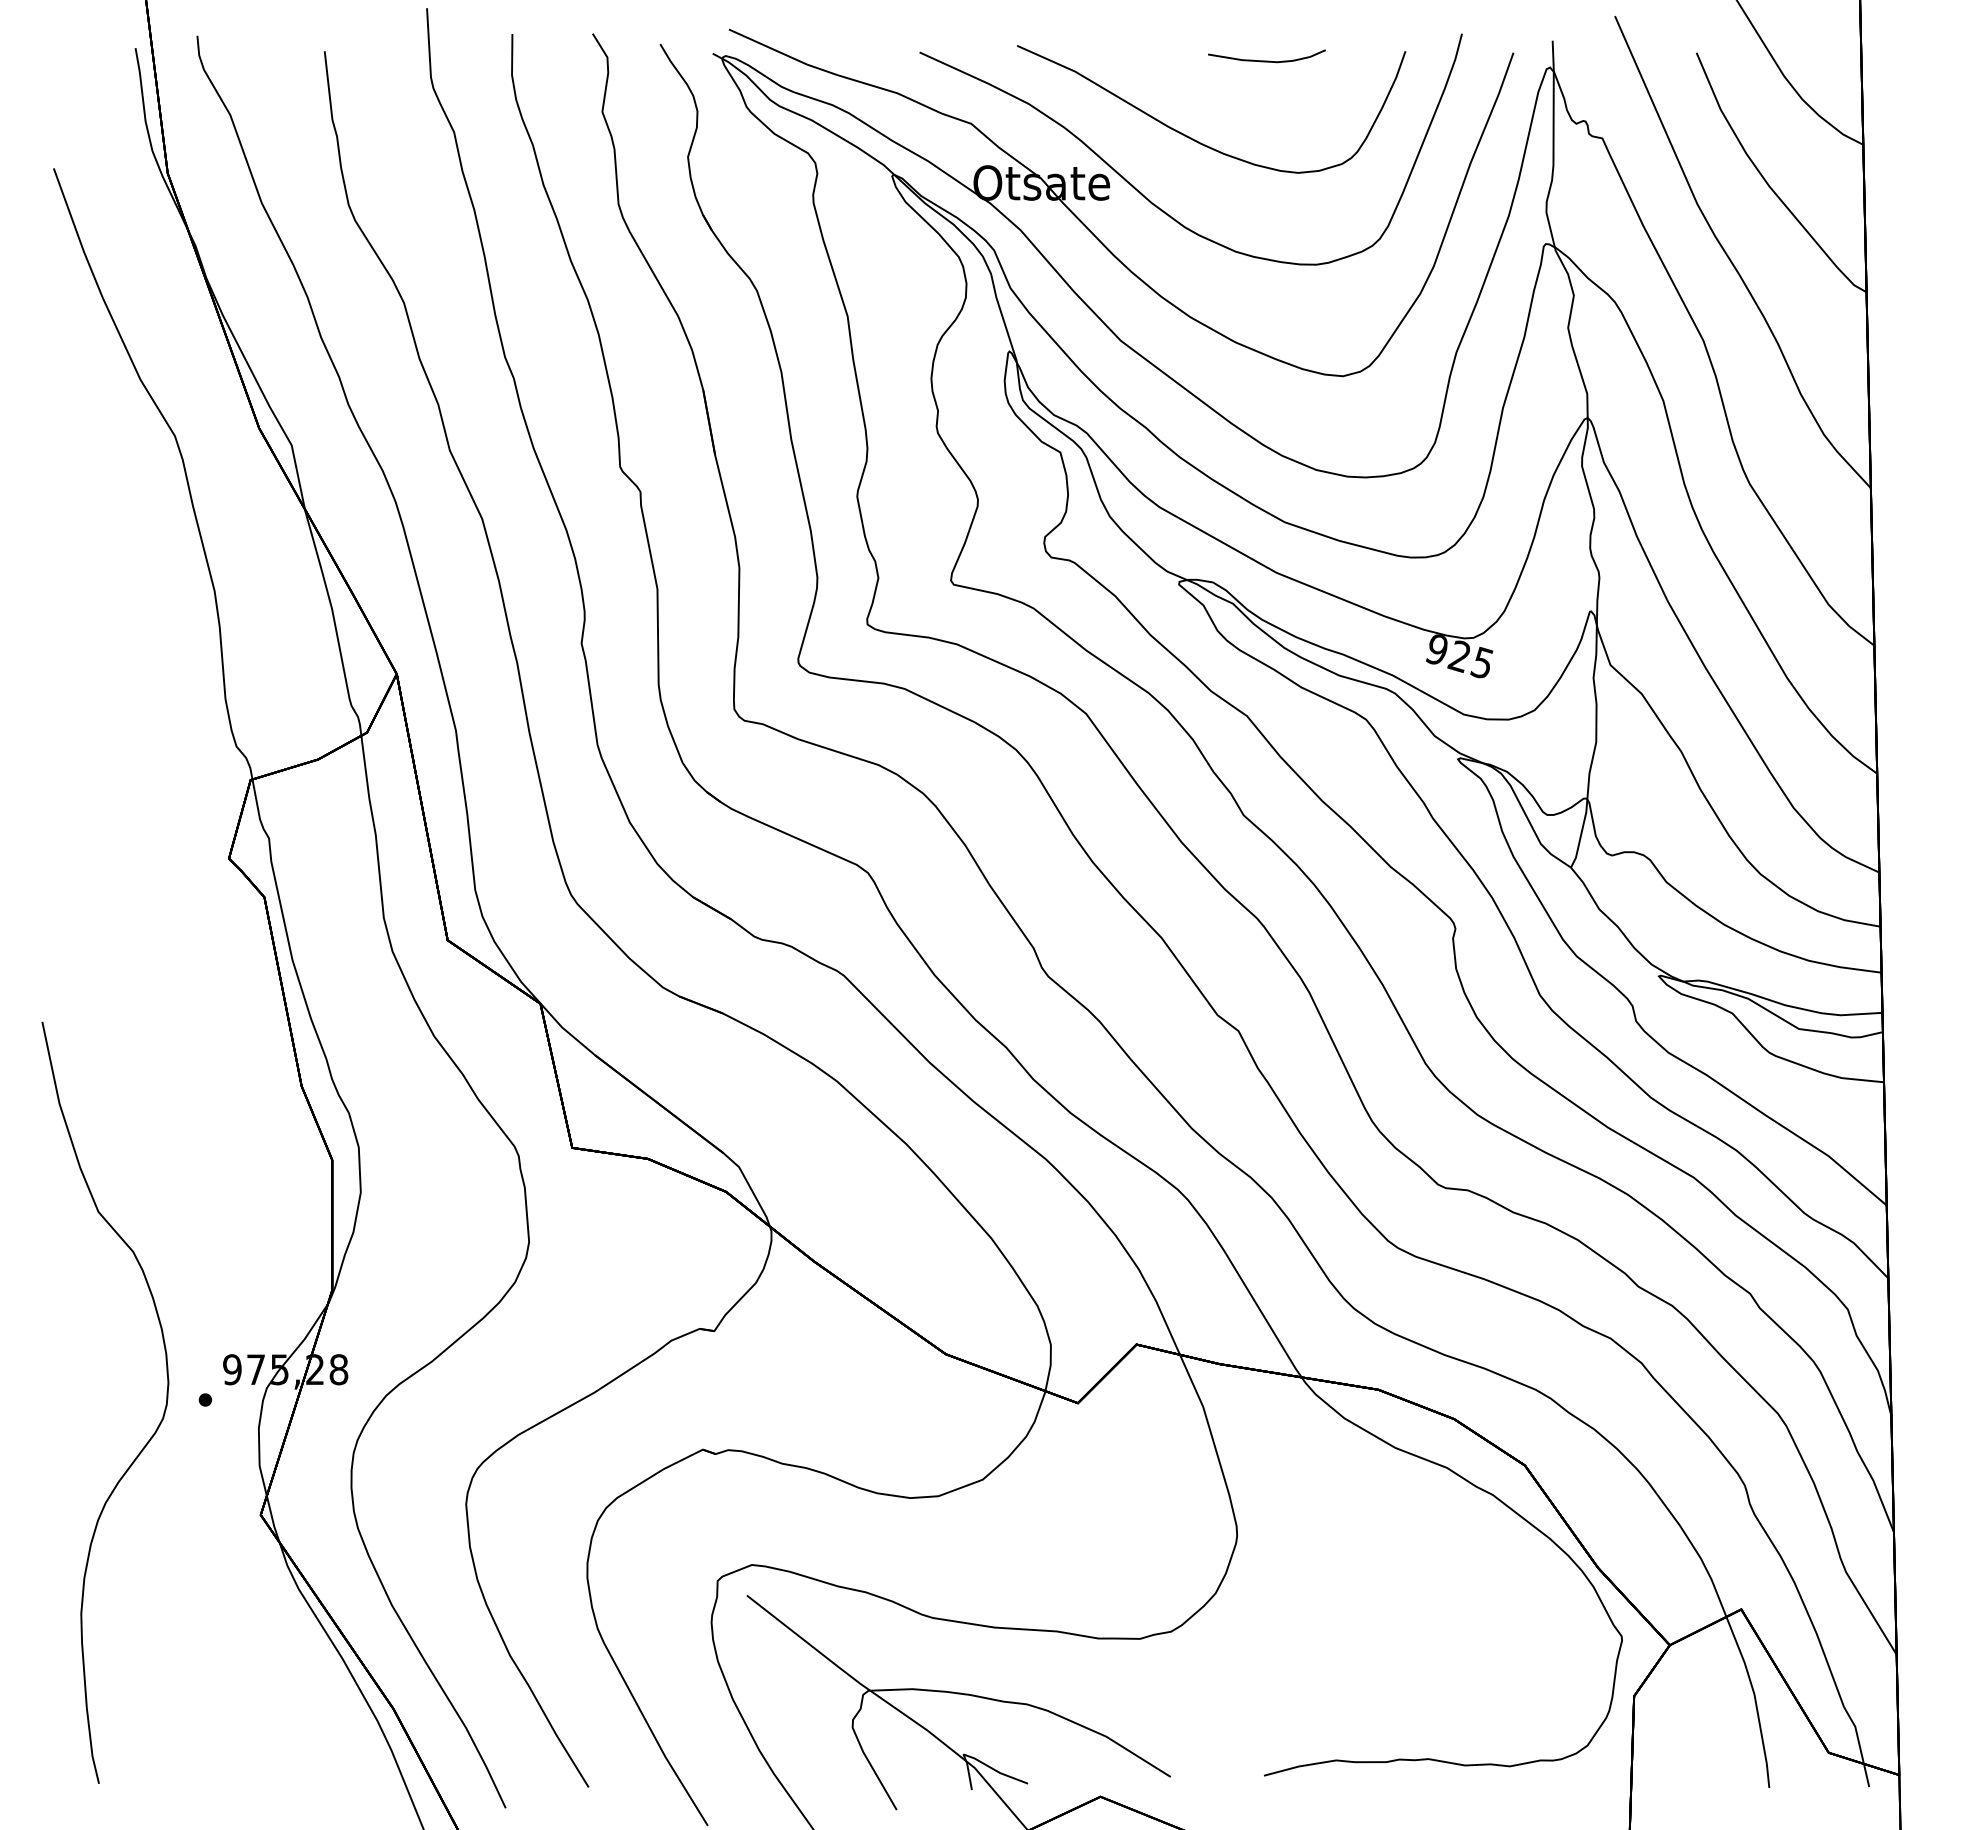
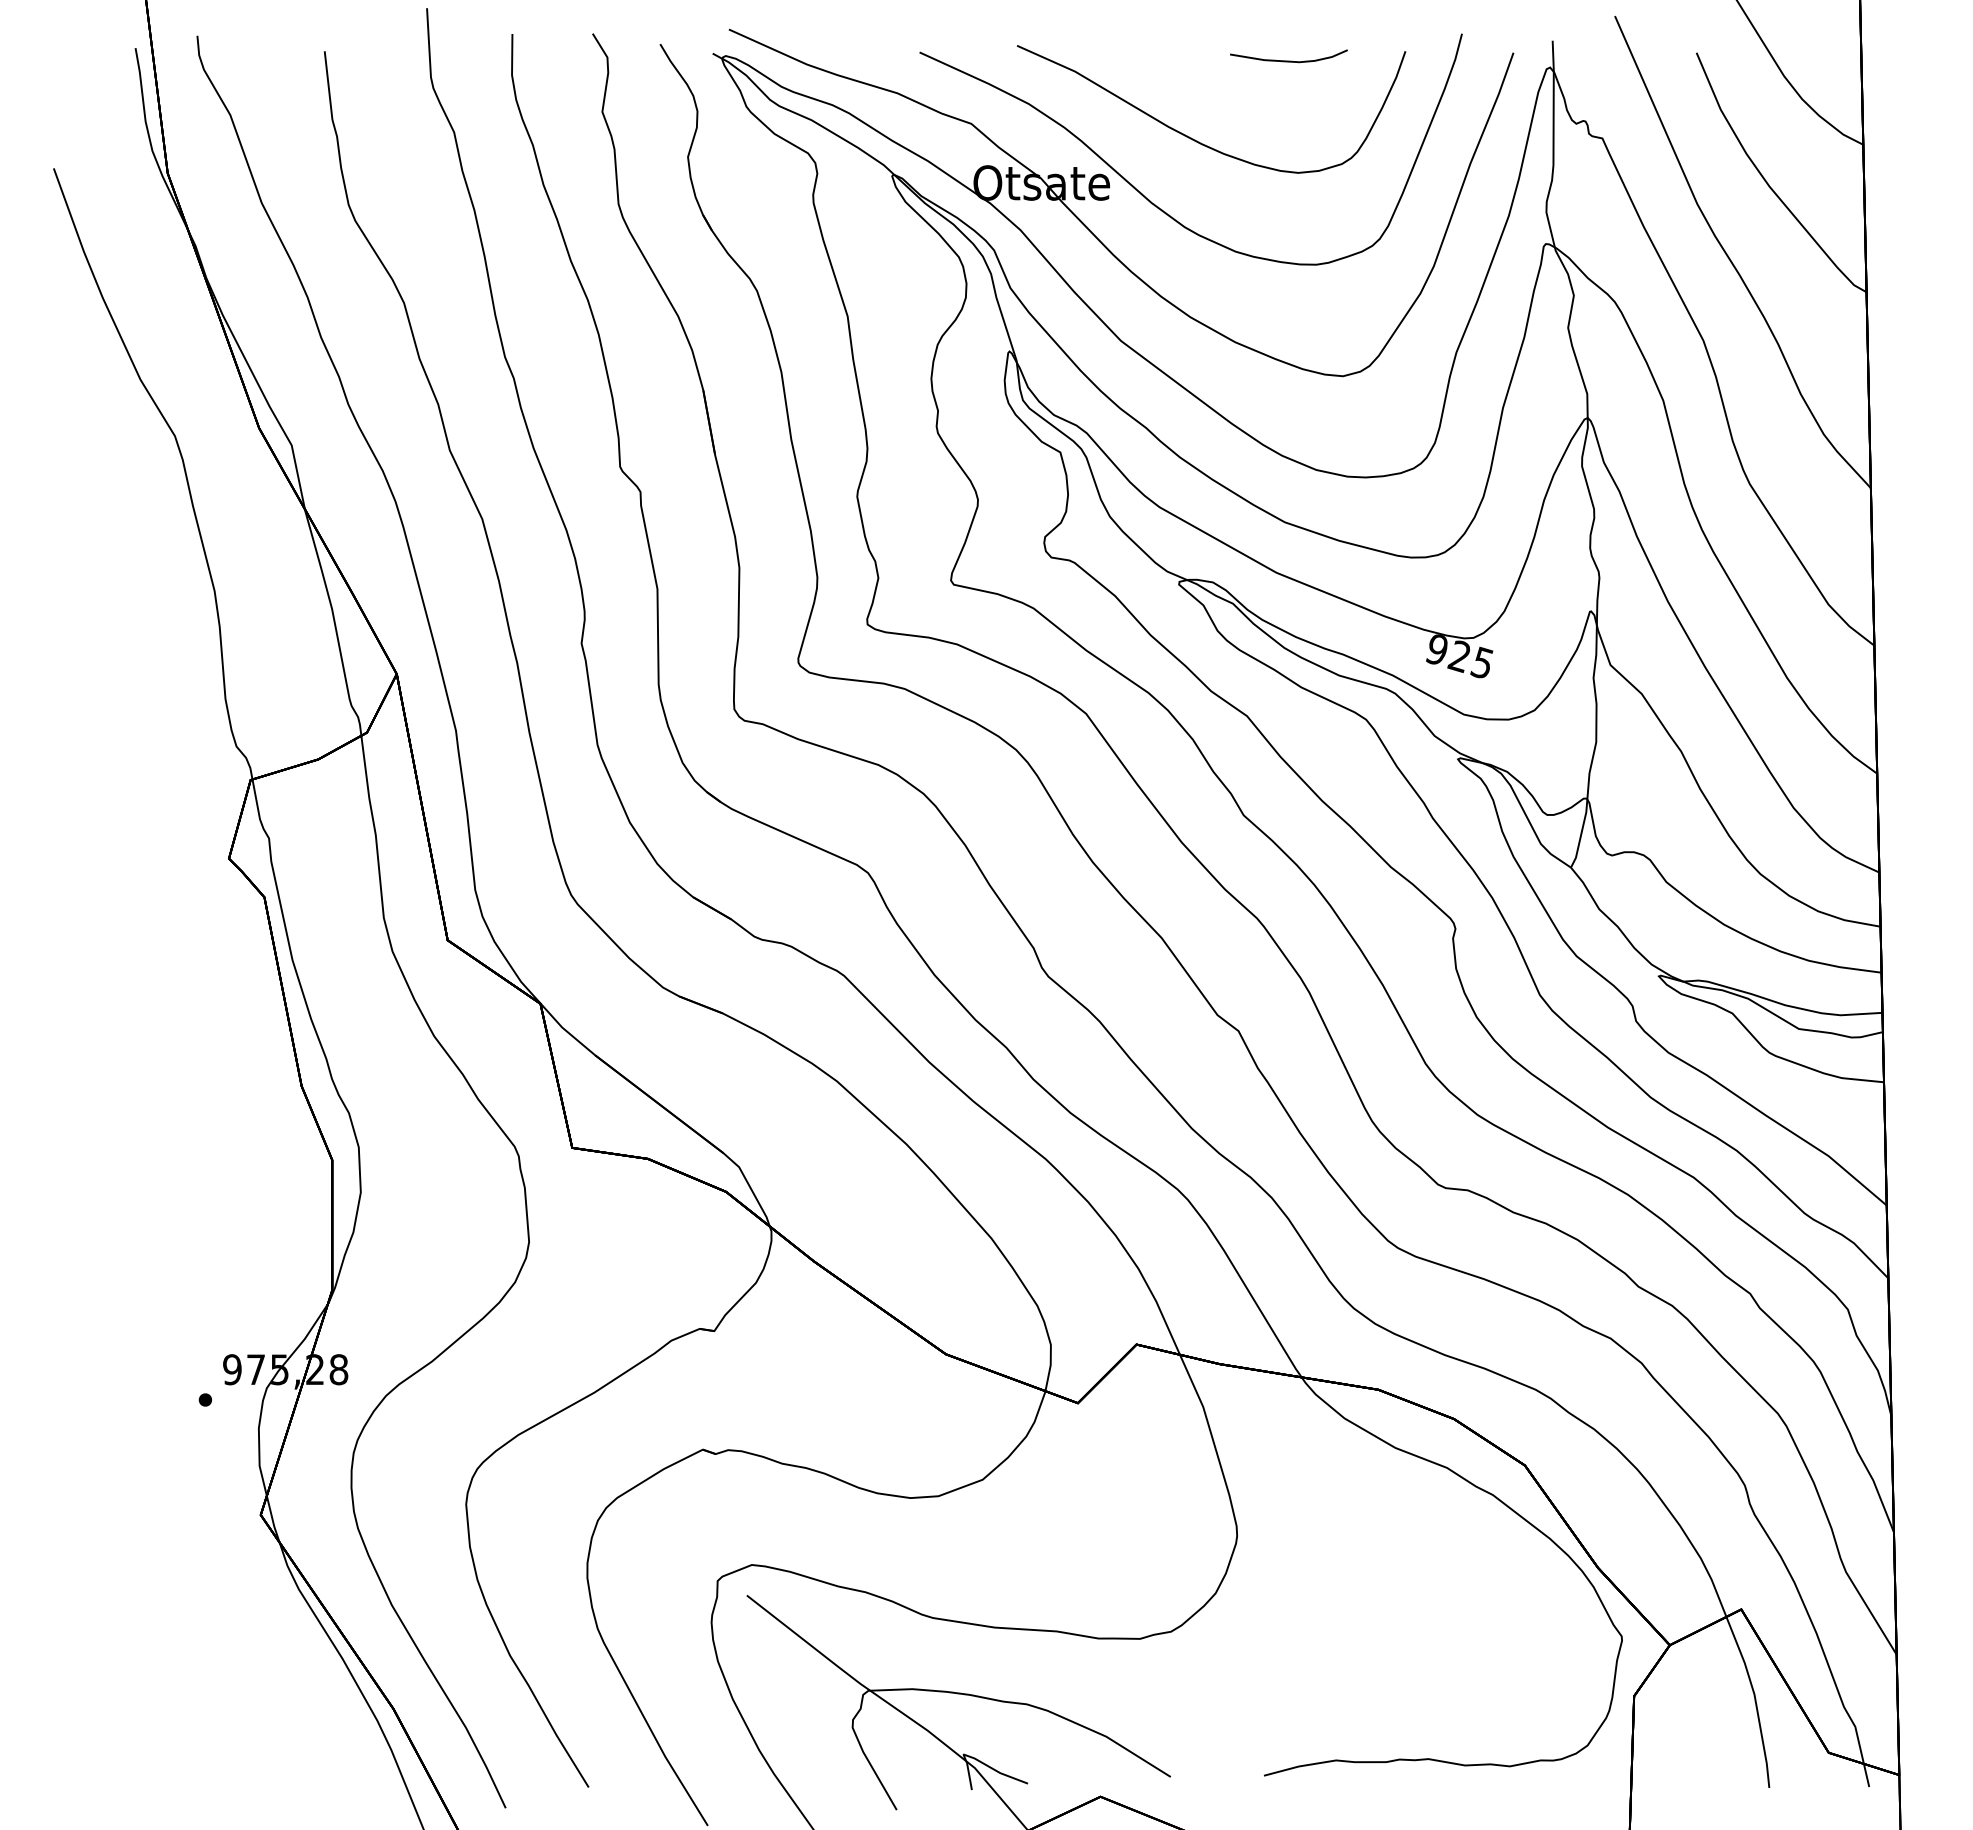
curve at (1266, 60) position: (1266, 60) -> (1288, 60)
curve at (150, 1437): present -> none
